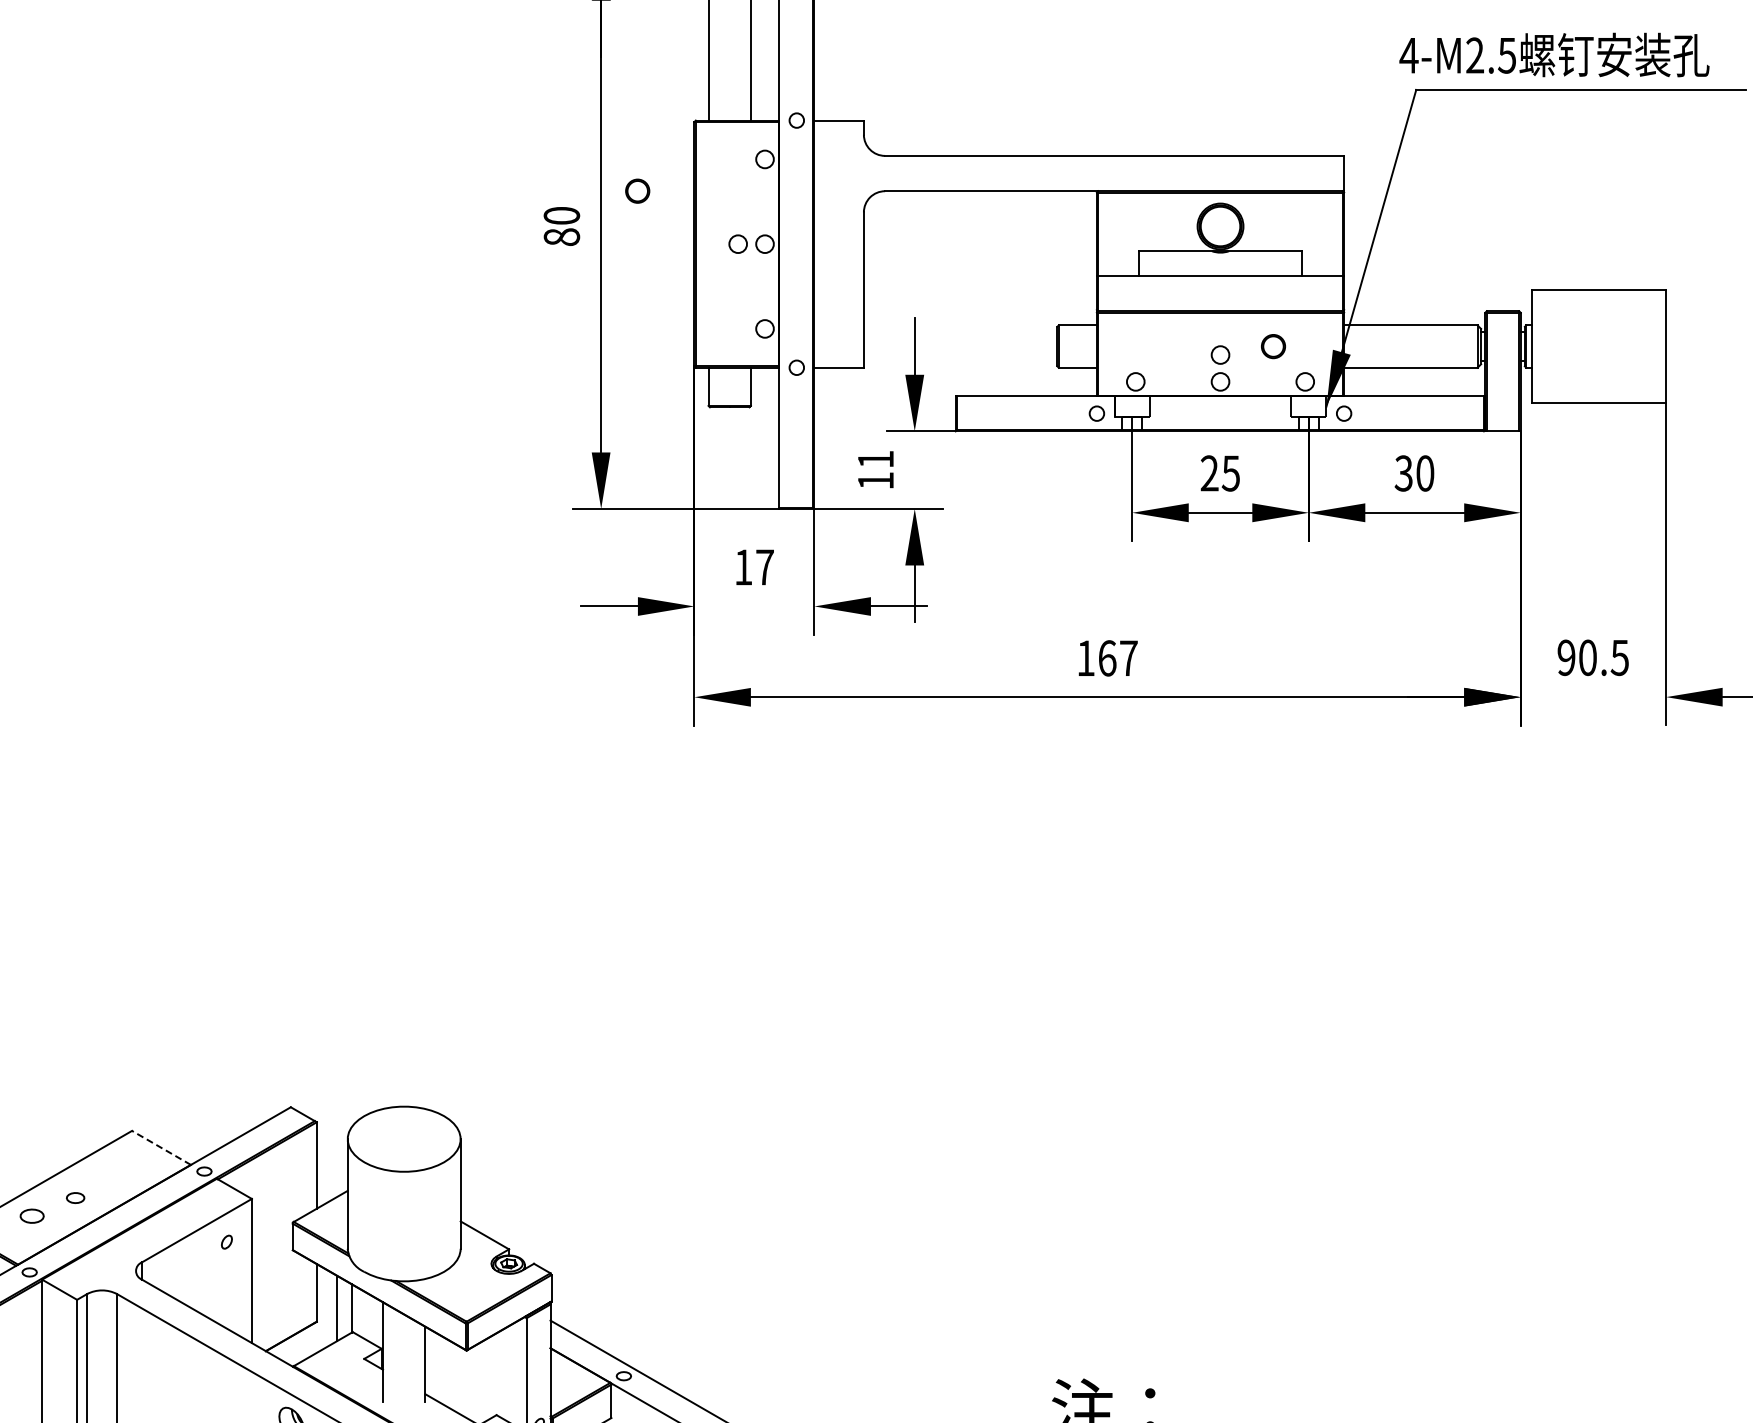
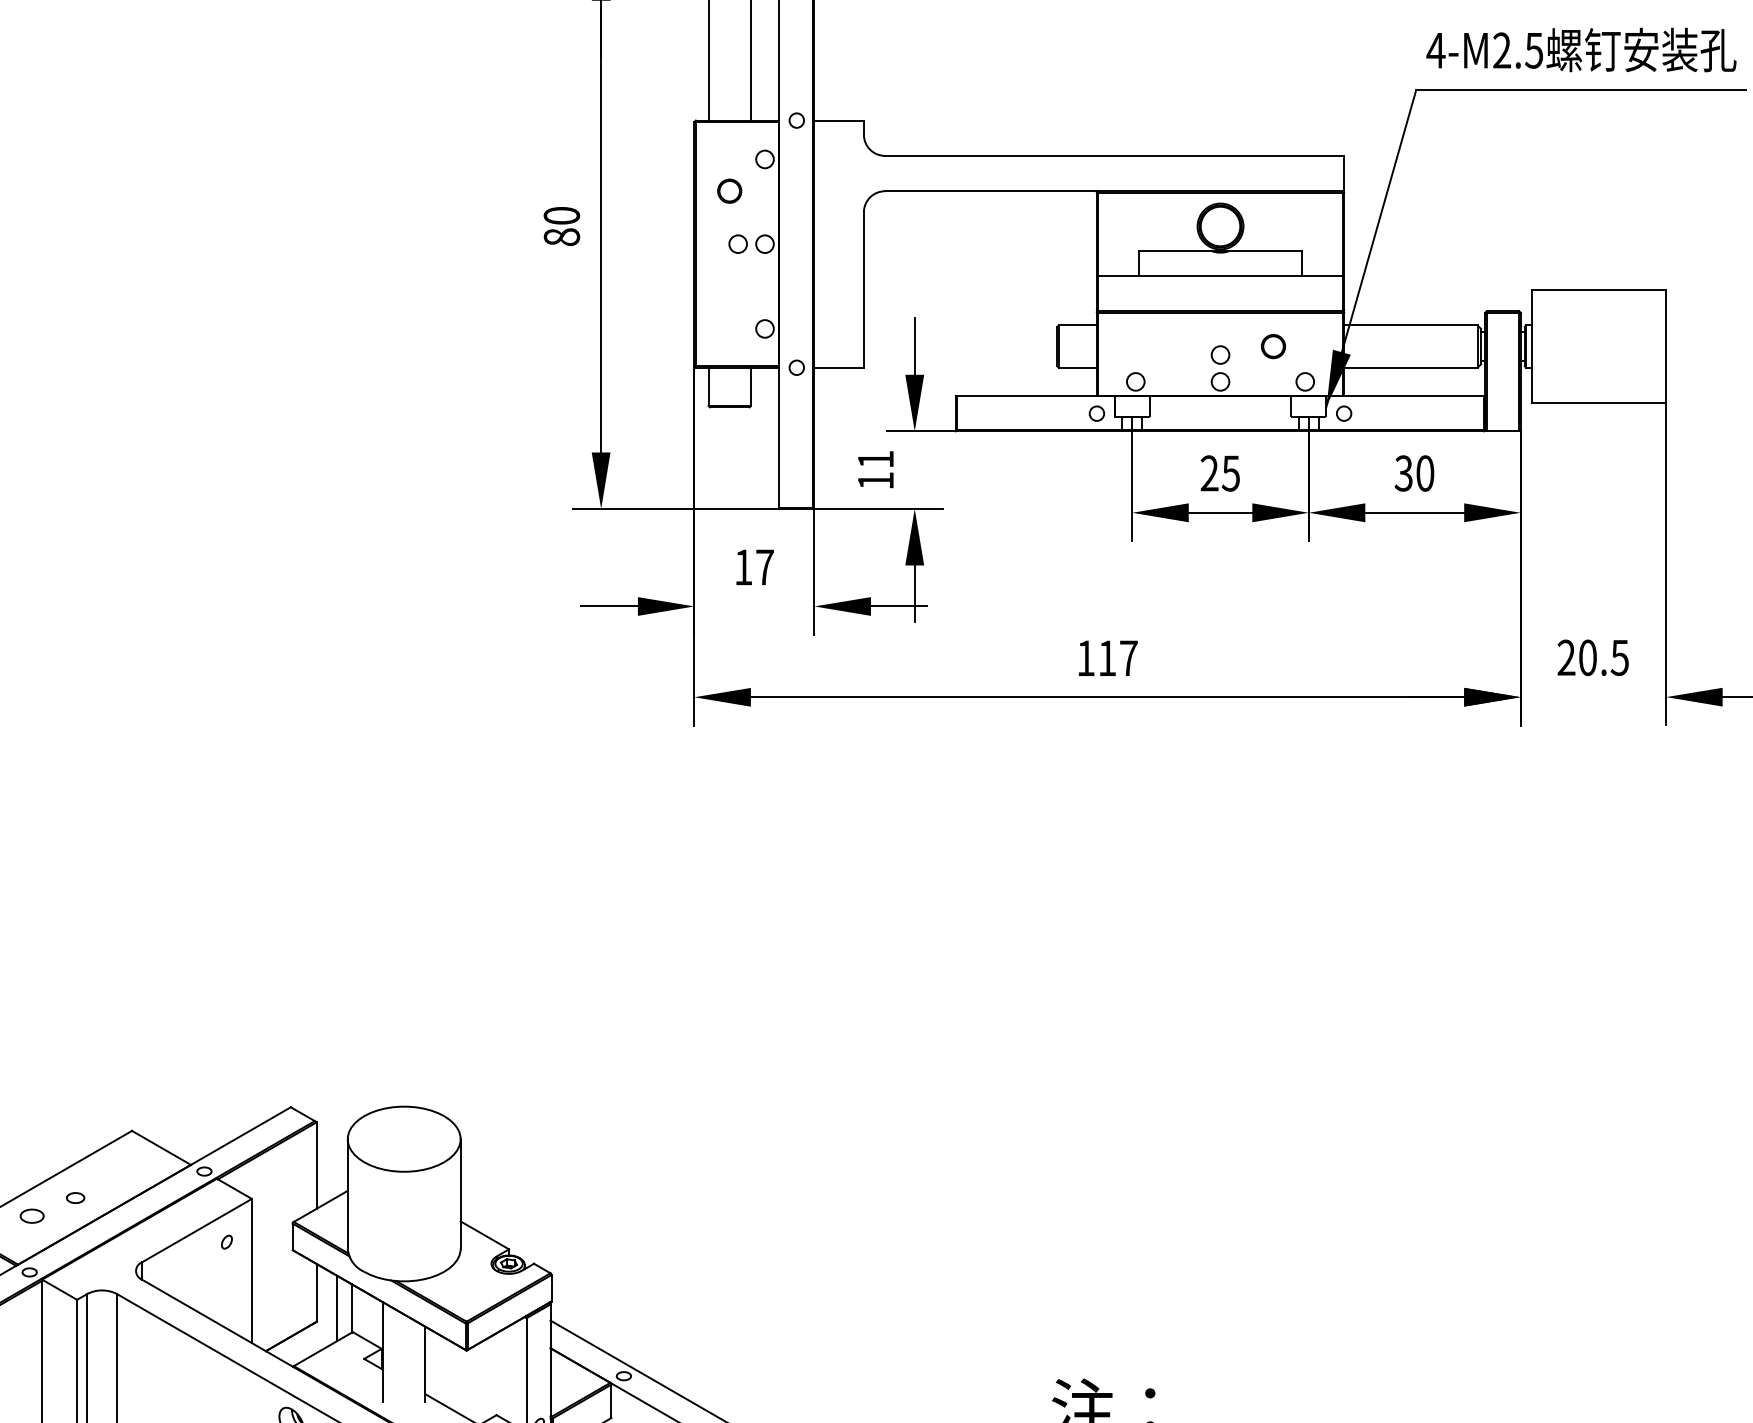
text at (1554, 54) position: (1554, 54) -> (1581, 49)
part at (637, 190) position: (637, 190) -> (729, 190)
text at (1107, 658): 167 -> 117
text at (1566, 658): 90.5 -> 20.5
line at (161, 1147): dashed -> solid
